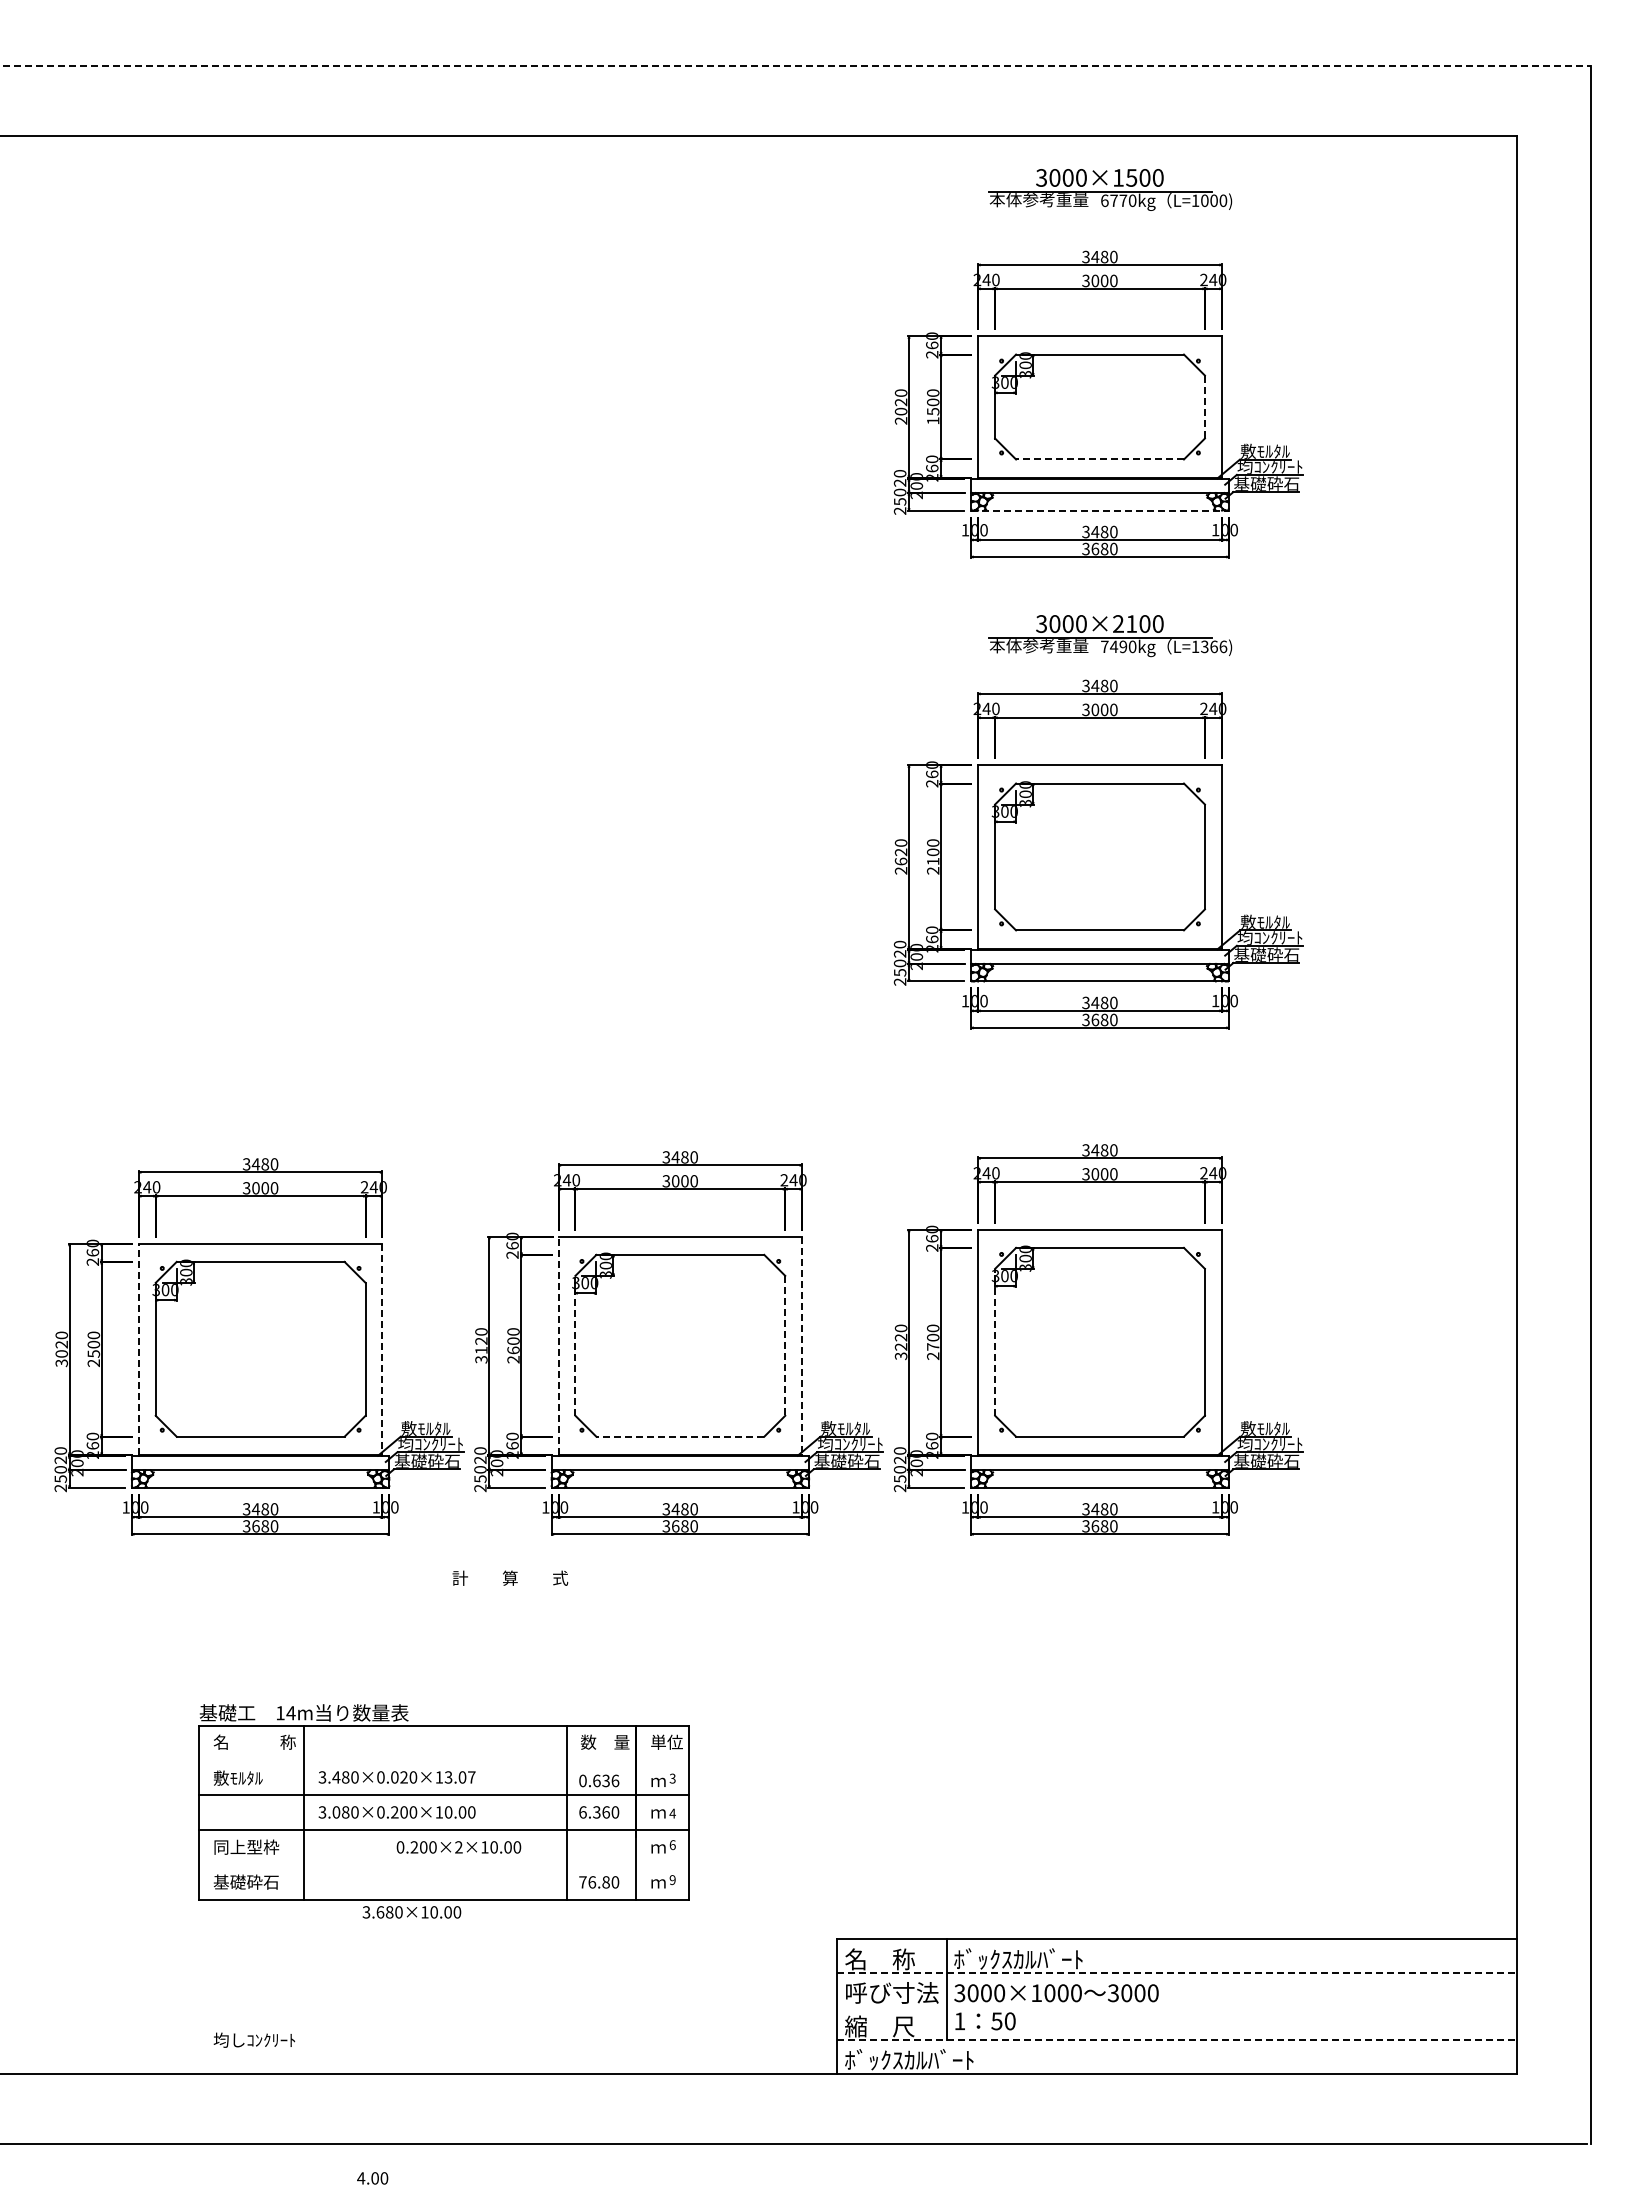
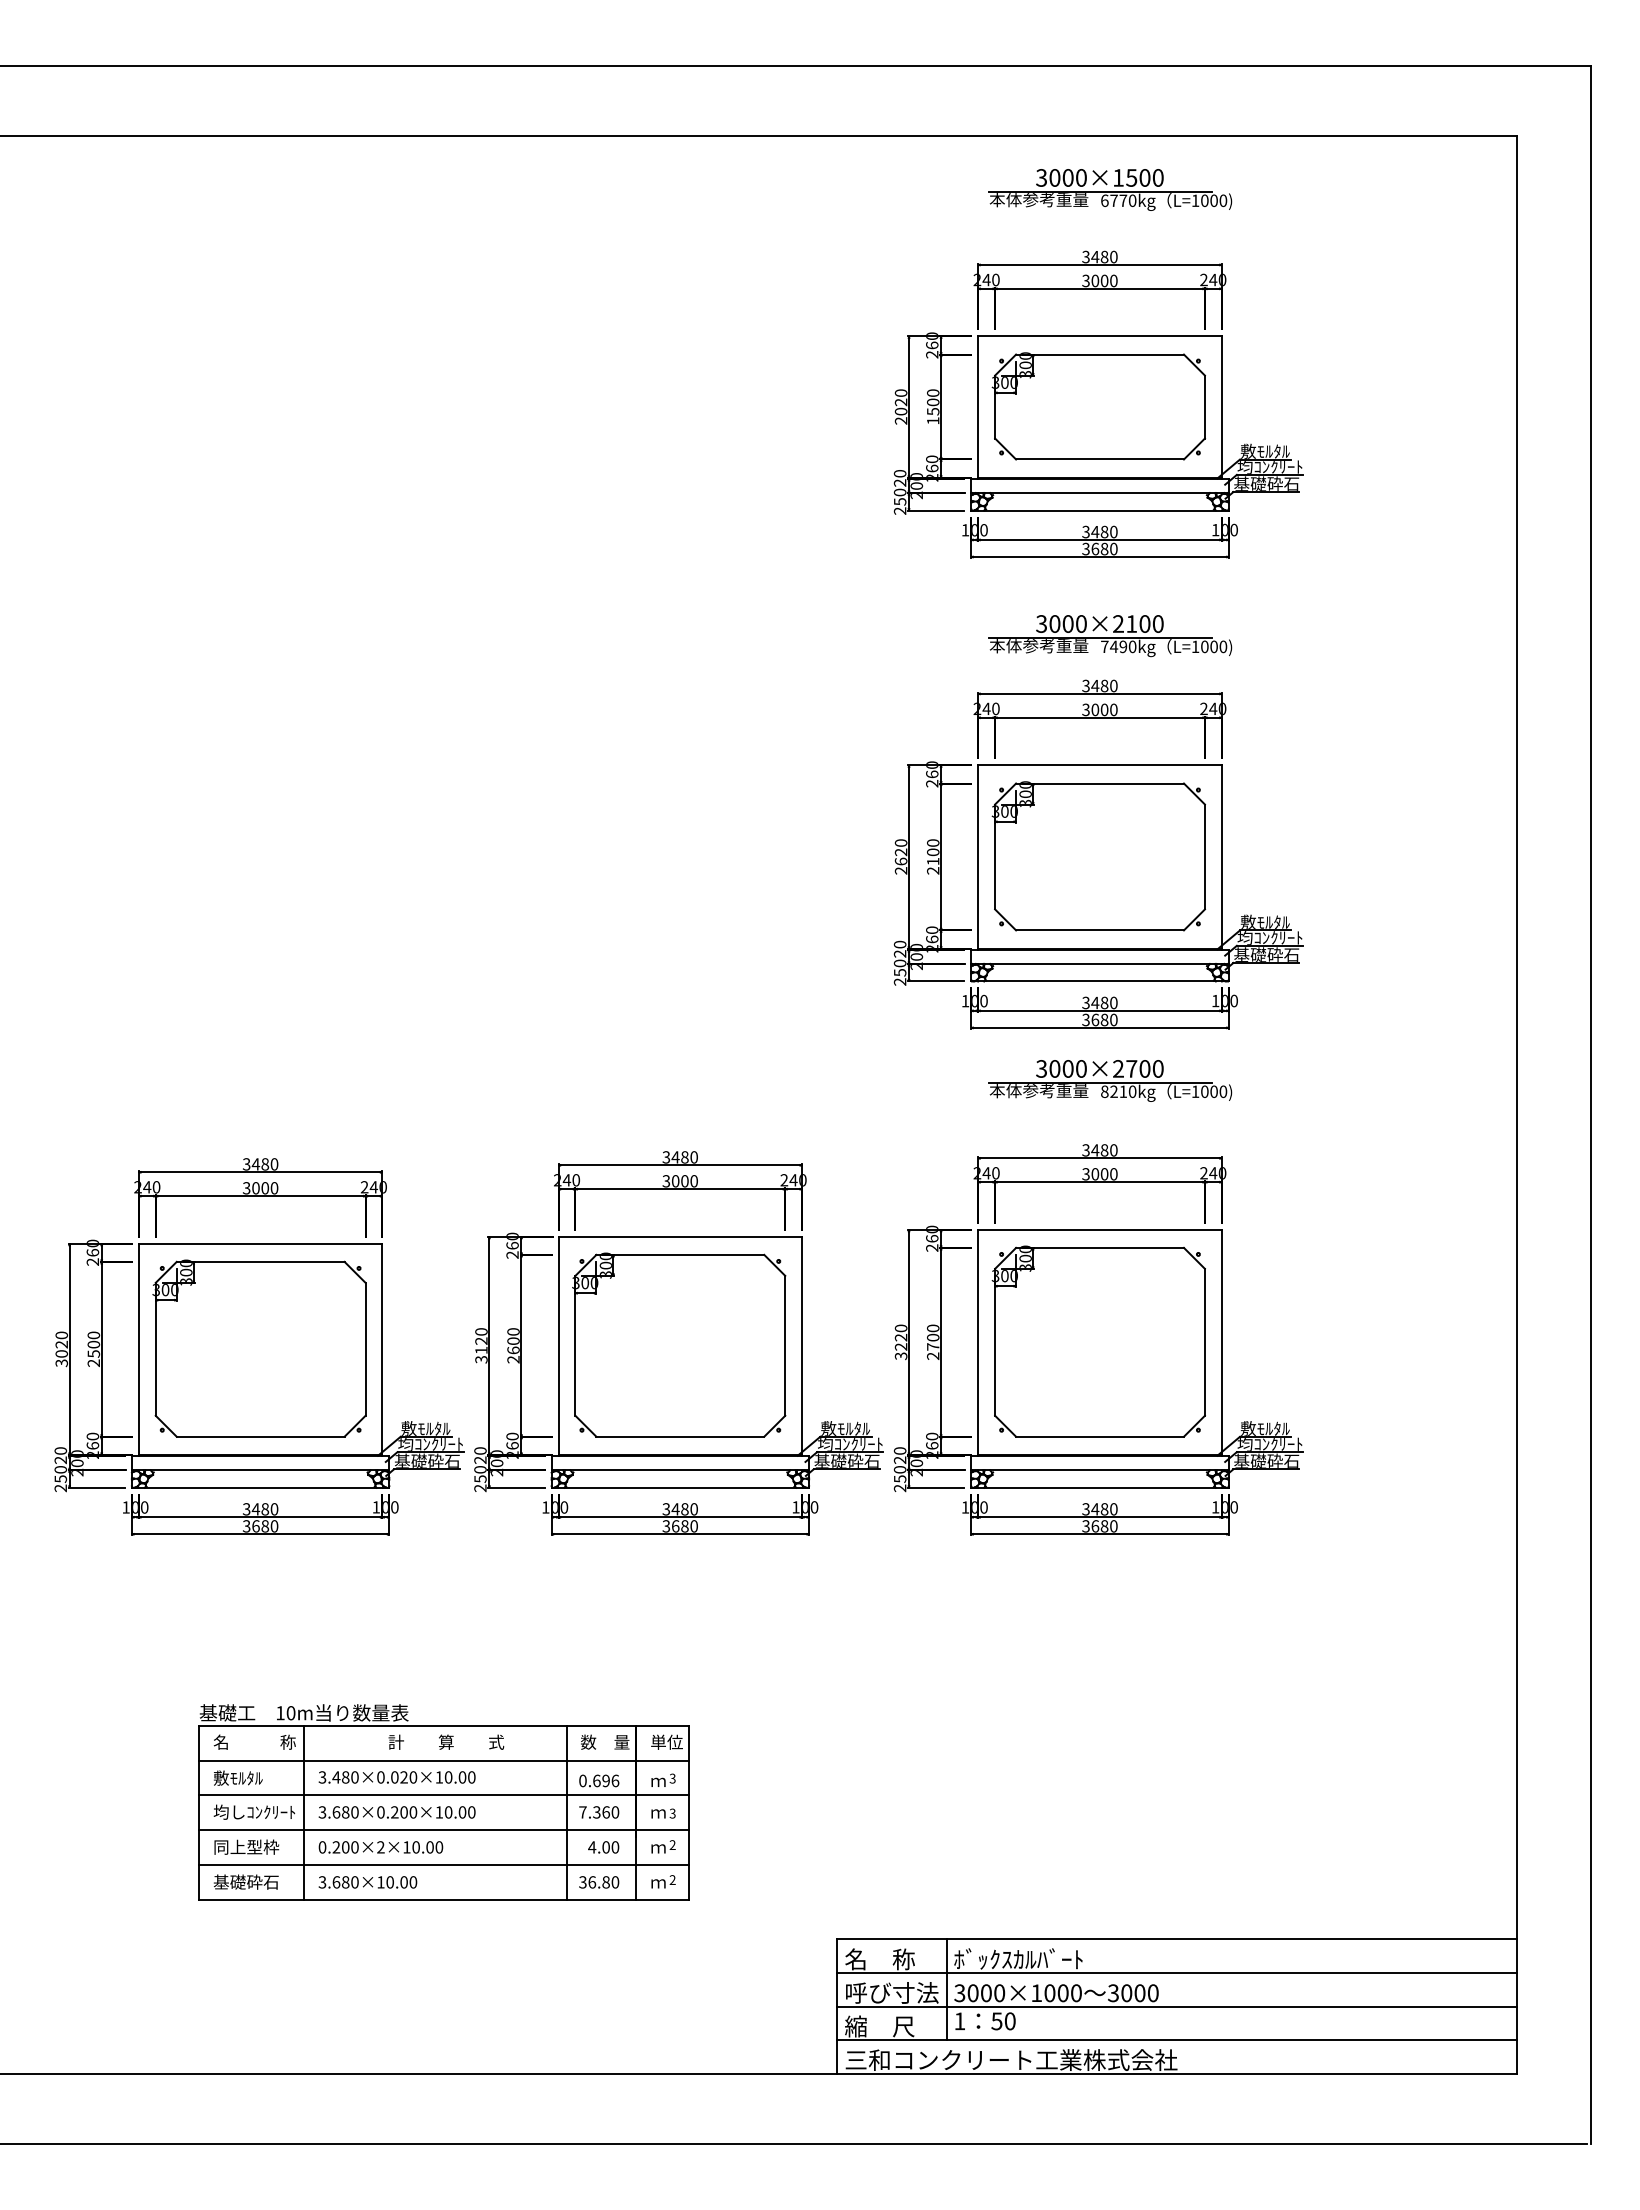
line at (796, 66): dashed -> solid
line at (1204, 407): dashed -> solid
line at (1100, 459): dashed -> solid
line at (1100, 510): dashed -> solid
text at (1214, 646): L=1366) -> L=1000)
part at (1110, 1080): none -> present
line at (995, 1341): dashed -> solid
line at (558, 1345): dashed -> solid
line at (575, 1345): dashed -> solid
line at (785, 1345): dashed -> solid
line at (802, 1346): dashed -> solid
line at (138, 1349): dashed -> solid
line at (382, 1349): dashed -> solid
line at (680, 1436): dashed -> solid
text at (510, 1577) position: (510, 1577) -> (446, 1741)
text at (290, 1713): 14m -> 10m
line at (443, 1760): none -> present
text at (459, 1777): 3.480×0.020×13.07 -> 3.480×0.020×10.00
text at (605, 1781): 0.636 -> 0.696
text at (336, 1812): 3.080×0.200×10.00 -> 3.680×0.200×10.00
text at (582, 1812): 6.360 -> 7.360
text at (672, 1813): 4 -> 3
text at (672, 1845): 6 -> 2
text at (458, 1847) position: (458, 1847) -> (380, 1847)
line at (443, 1865): none -> present
text at (672, 1880): 9 -> 2
text at (582, 1882): 76.80 -> 36.80
text at (411, 1912) position: (411, 1912) -> (367, 1882)
line at (1177, 1973): dashed -> solid
line at (1177, 2006): none -> present
text at (254, 2039) position: (254, 2039) -> (254, 1811)
line at (1177, 2040): dashed -> solid
text at (1011, 2059): ﾎﾞｯｸｽｶﾙﾊﾞｰﾄ -> 三和コンクリート工業株式会社
text at (372, 2178) position: (372, 2178) -> (603, 1847)
